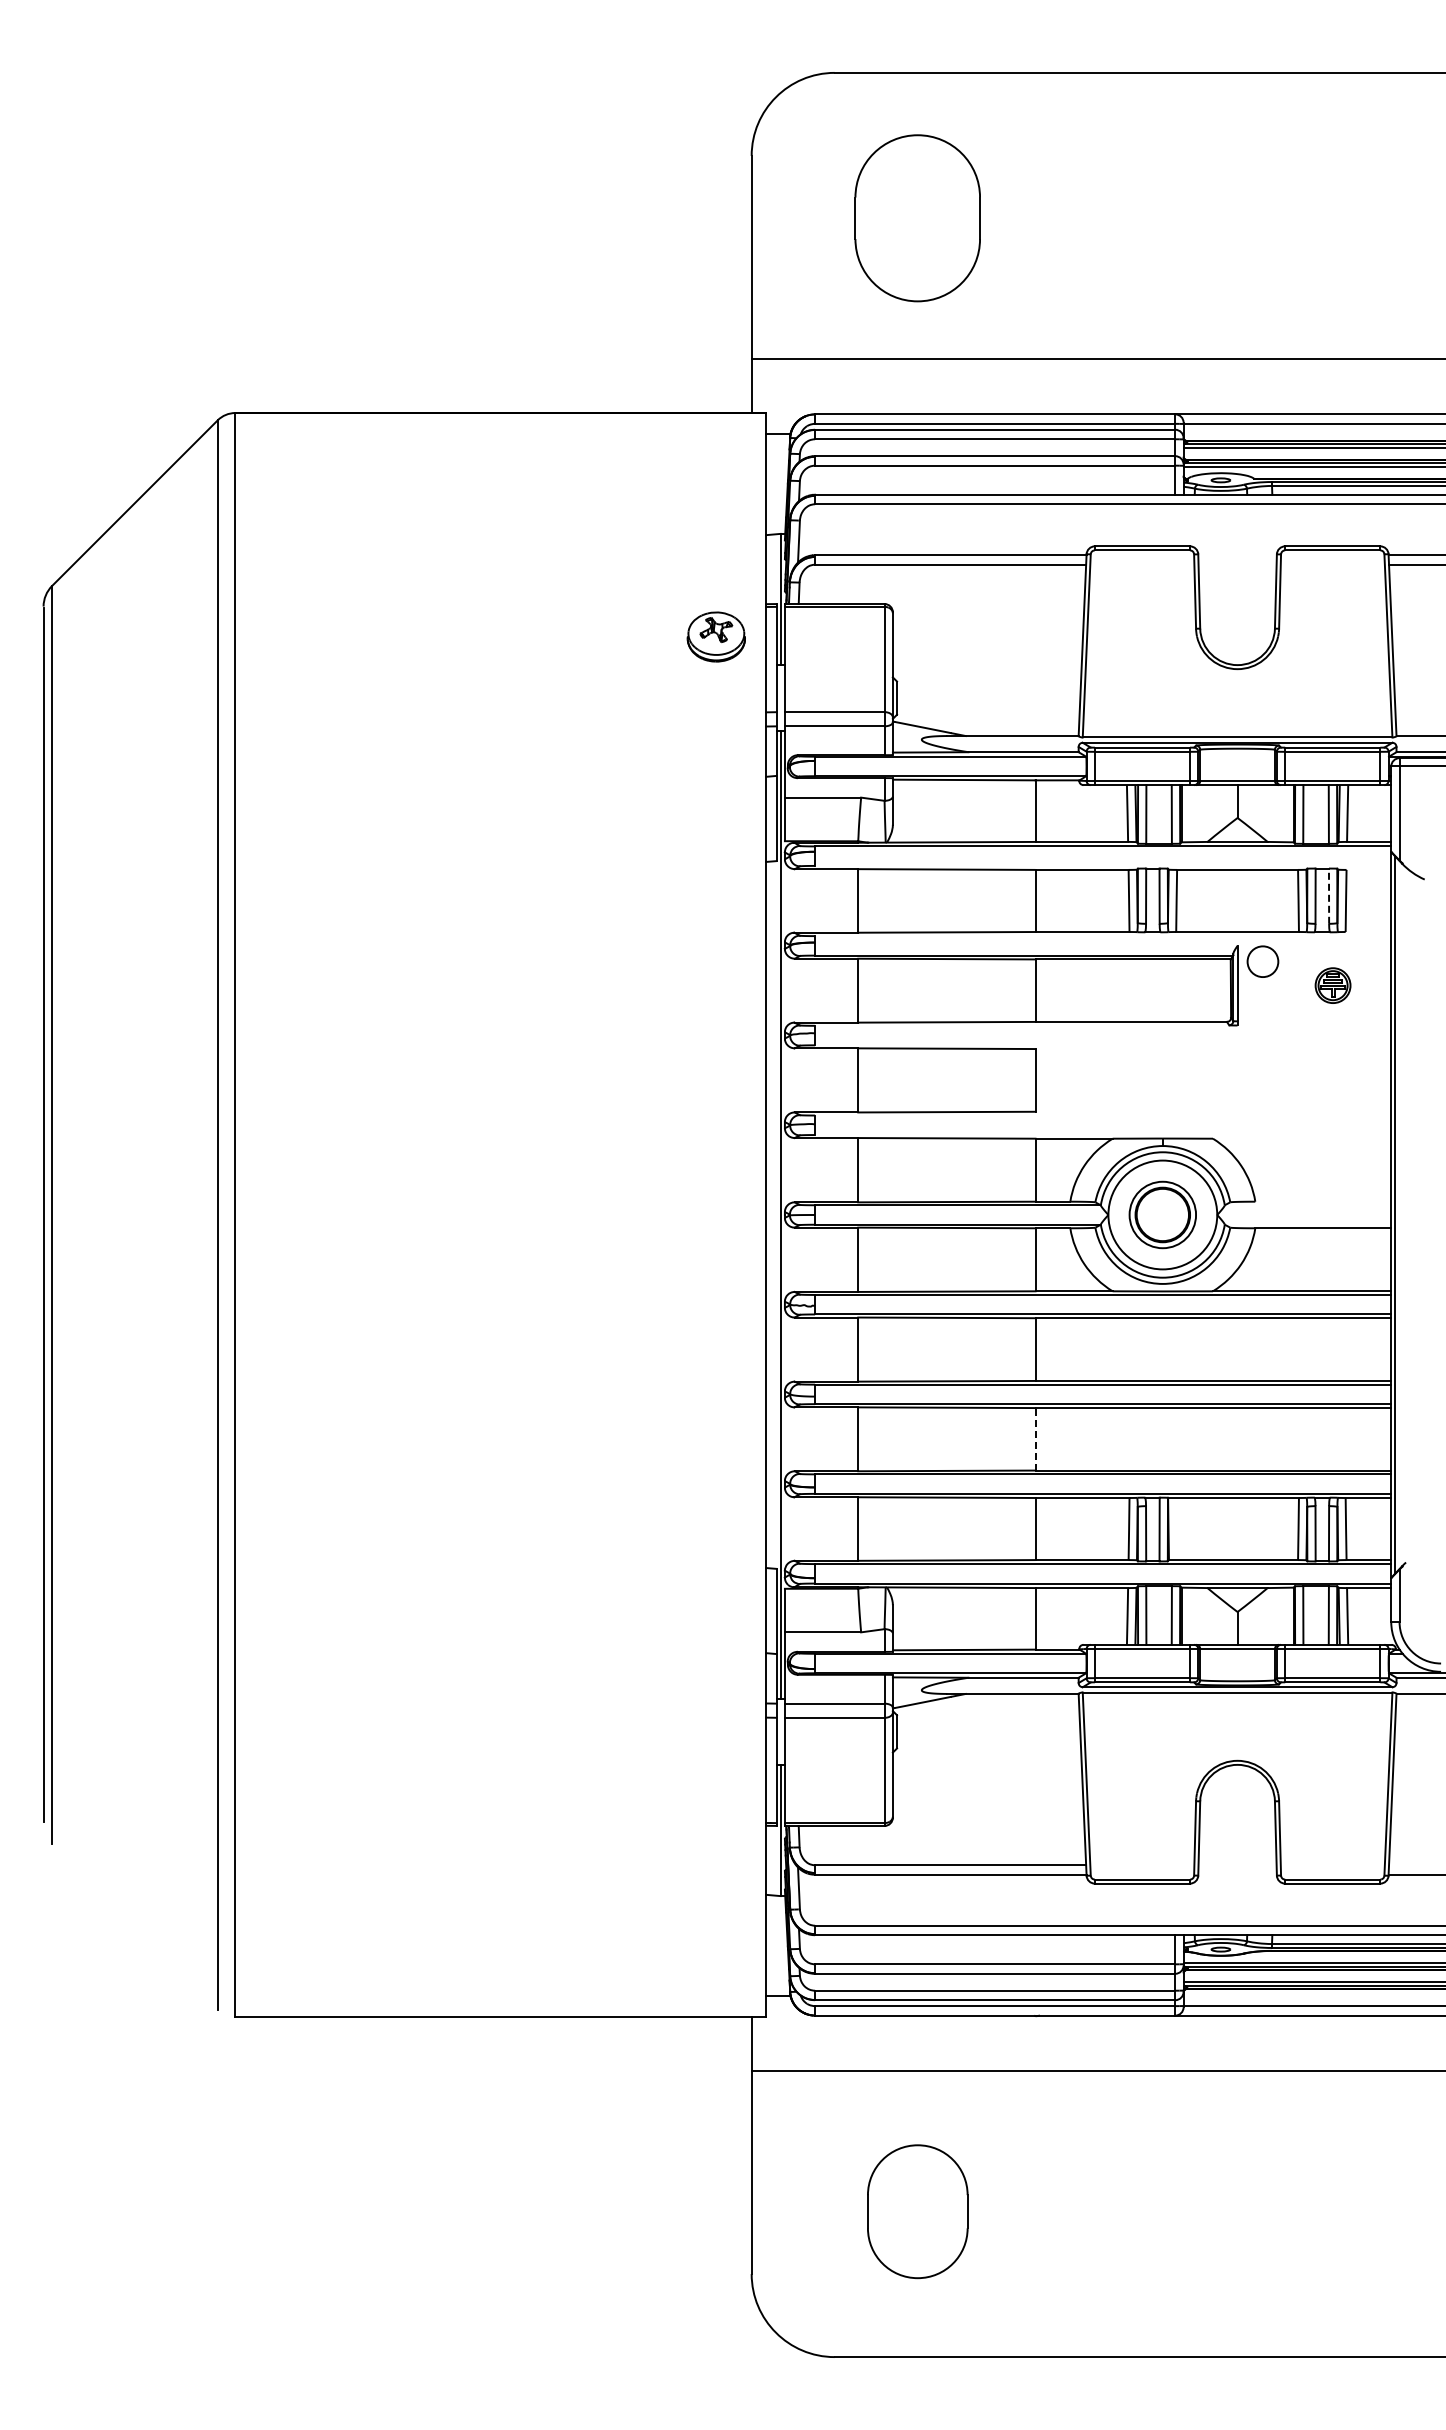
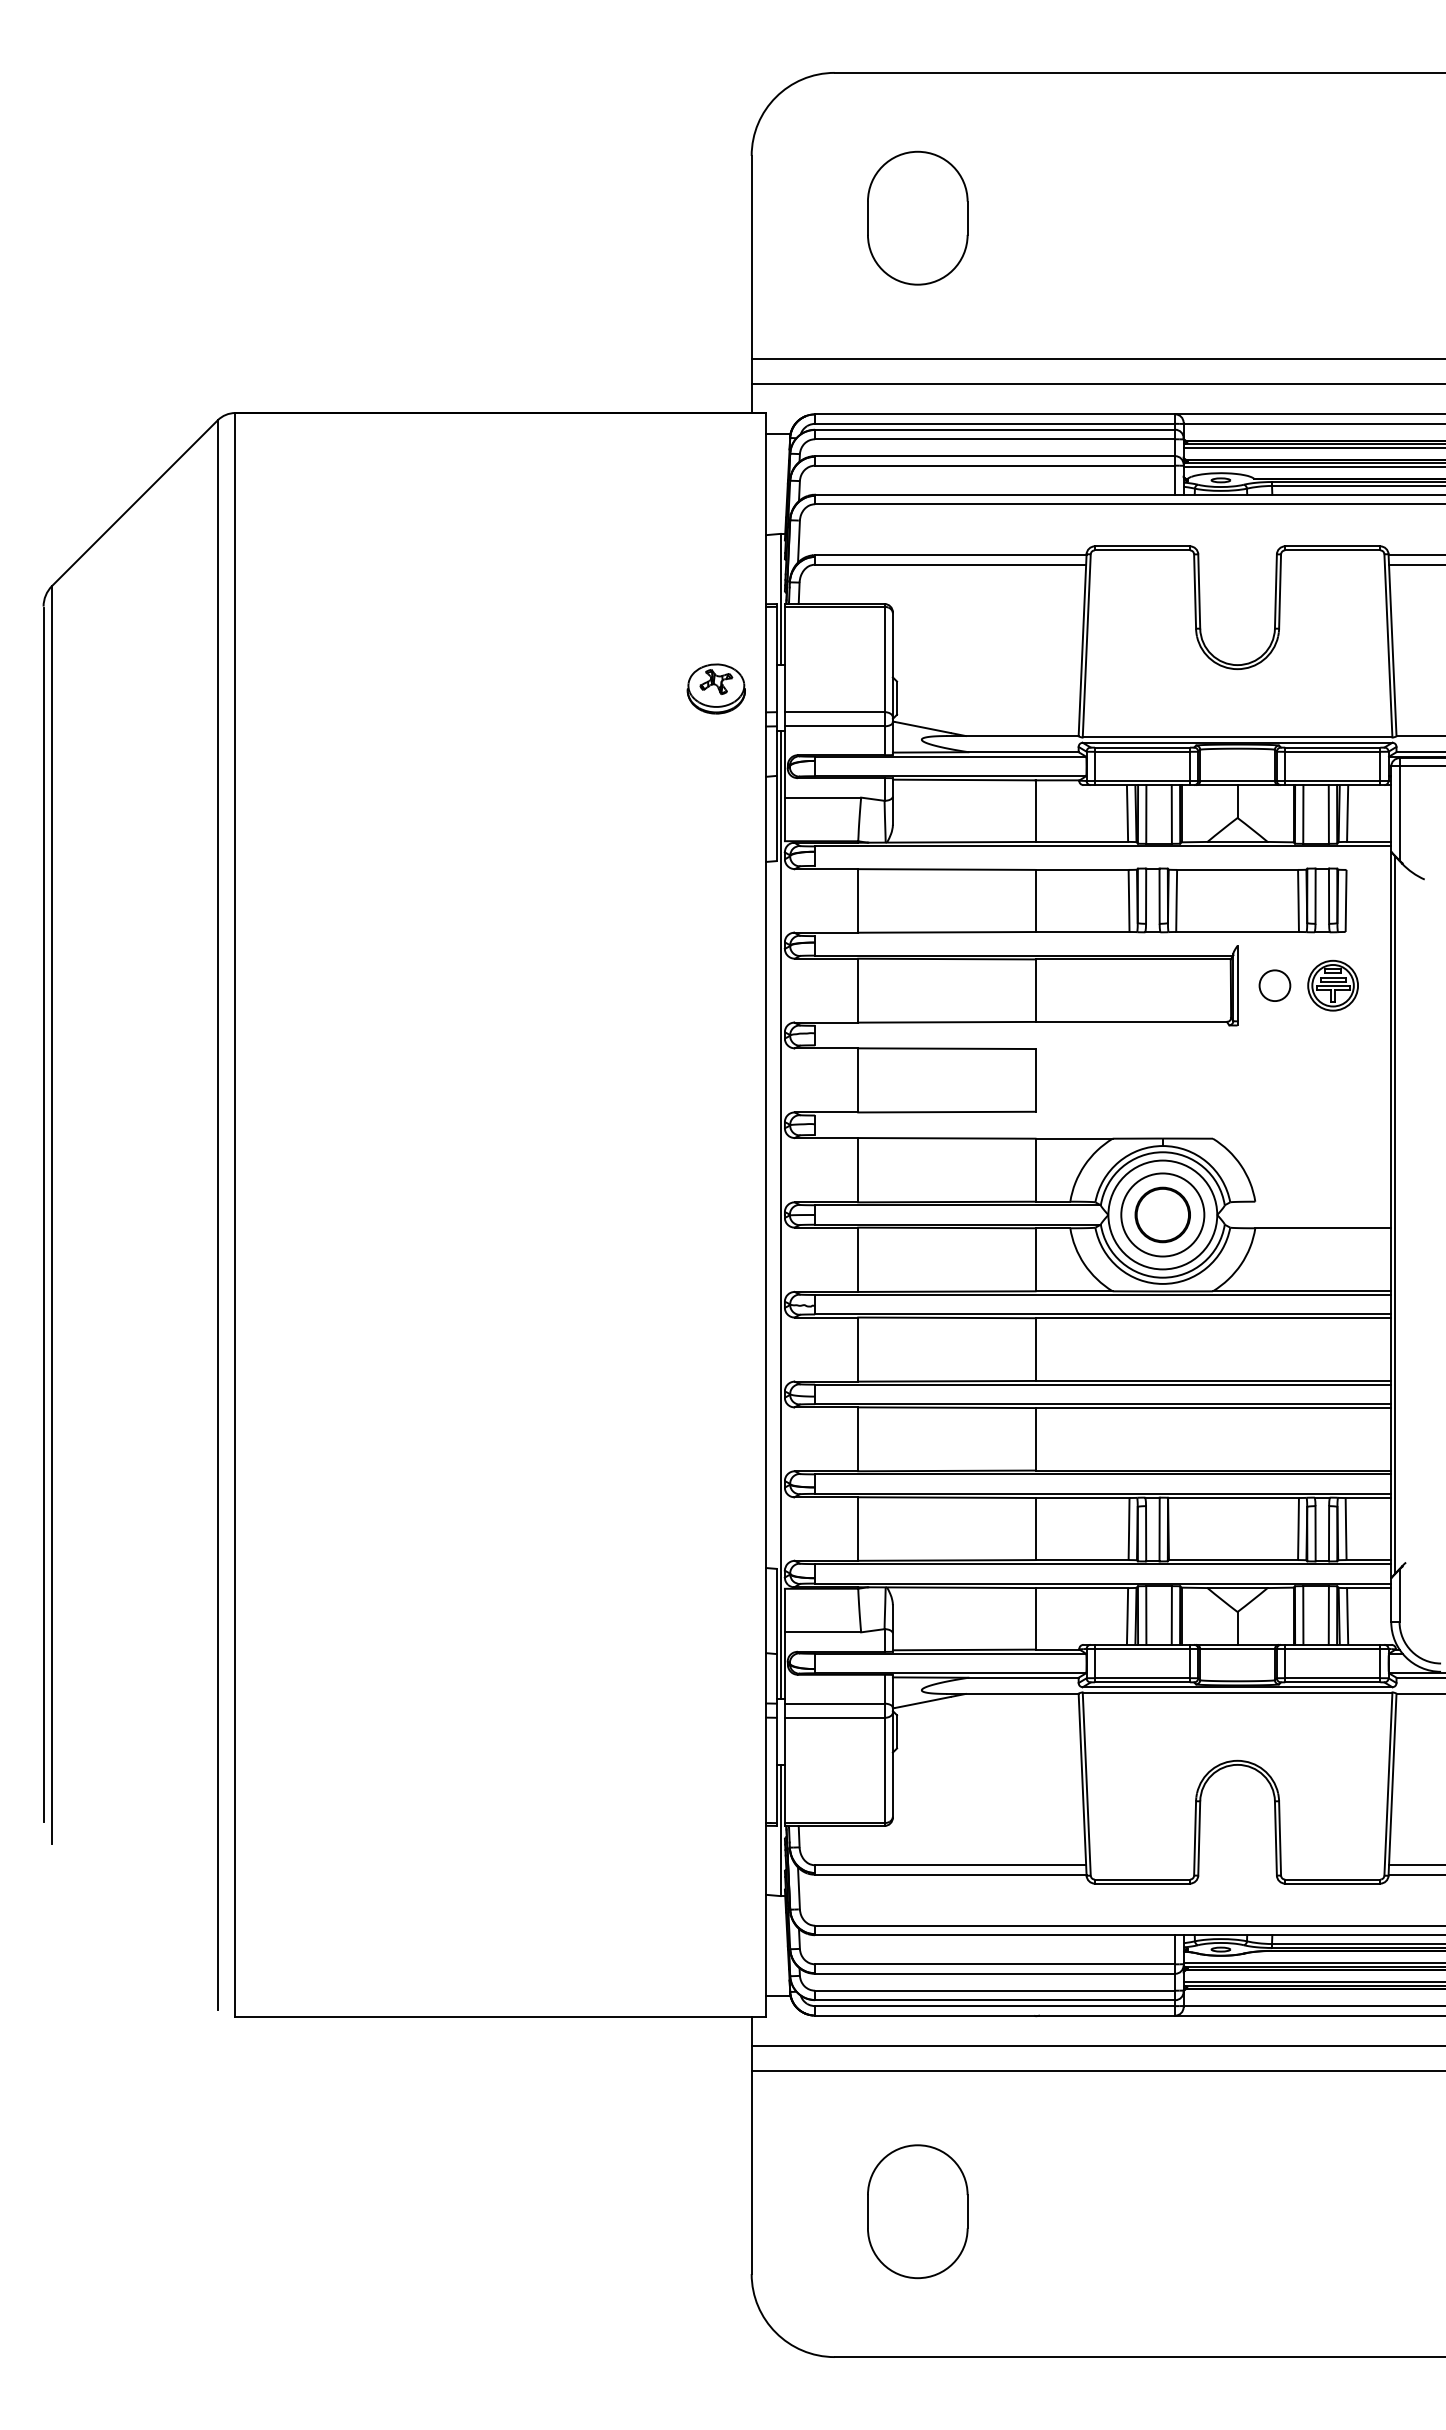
part at (917, 218) size: 127x169 px -> 102x136 px
line at (1096, 384): none -> present
part at (715, 636) position: (715, 636) -> (715, 688)
line at (1329, 896): dashed -> solid
circle at (1262, 961) position: (1262, 961) -> (1274, 985)
part at (1332, 985) size: 38x37 px -> 52x53 px
circle at (1162, 1214) diameter: 66 px -> 83 px
line at (1035, 1438): dashed -> solid
line at (1415, 1865): none -> present
line at (1096, 2045): none -> present
